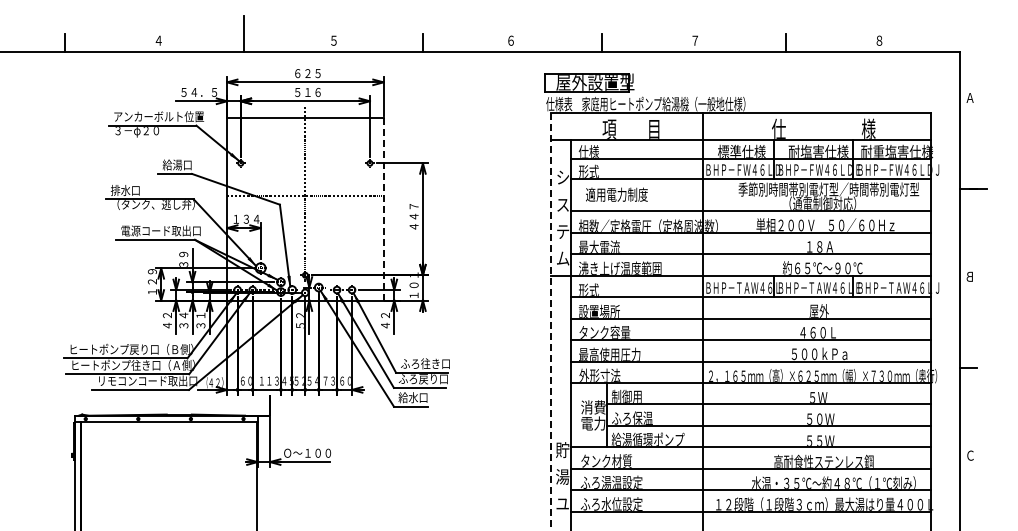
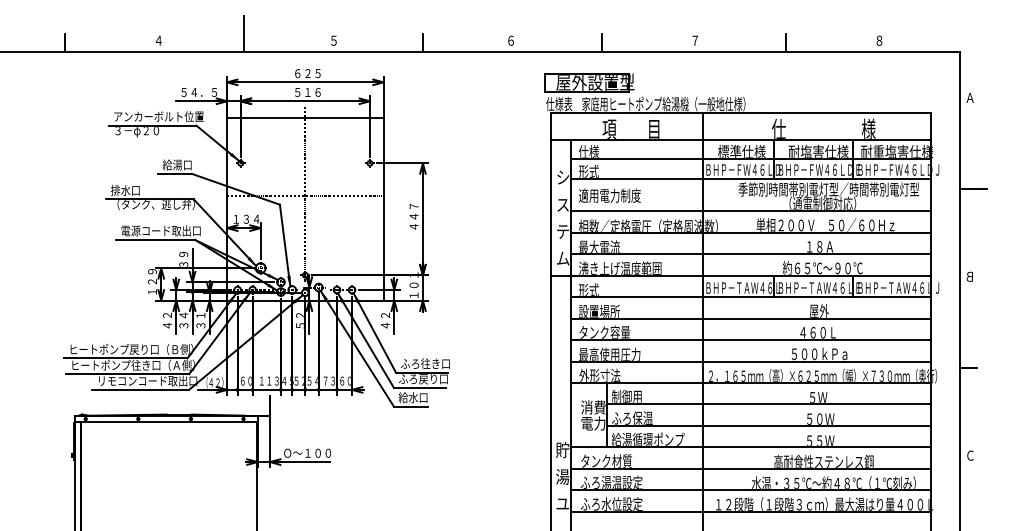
text at (616, 194) position: (616, 194) -> (609, 195)
line at (383, 208): dashed -> solid
line at (551, 321): dashed -> solid
